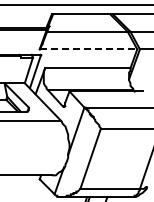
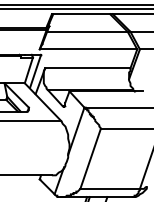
line at (76, 8): none -> present
line at (88, 49): dashed -> solid
